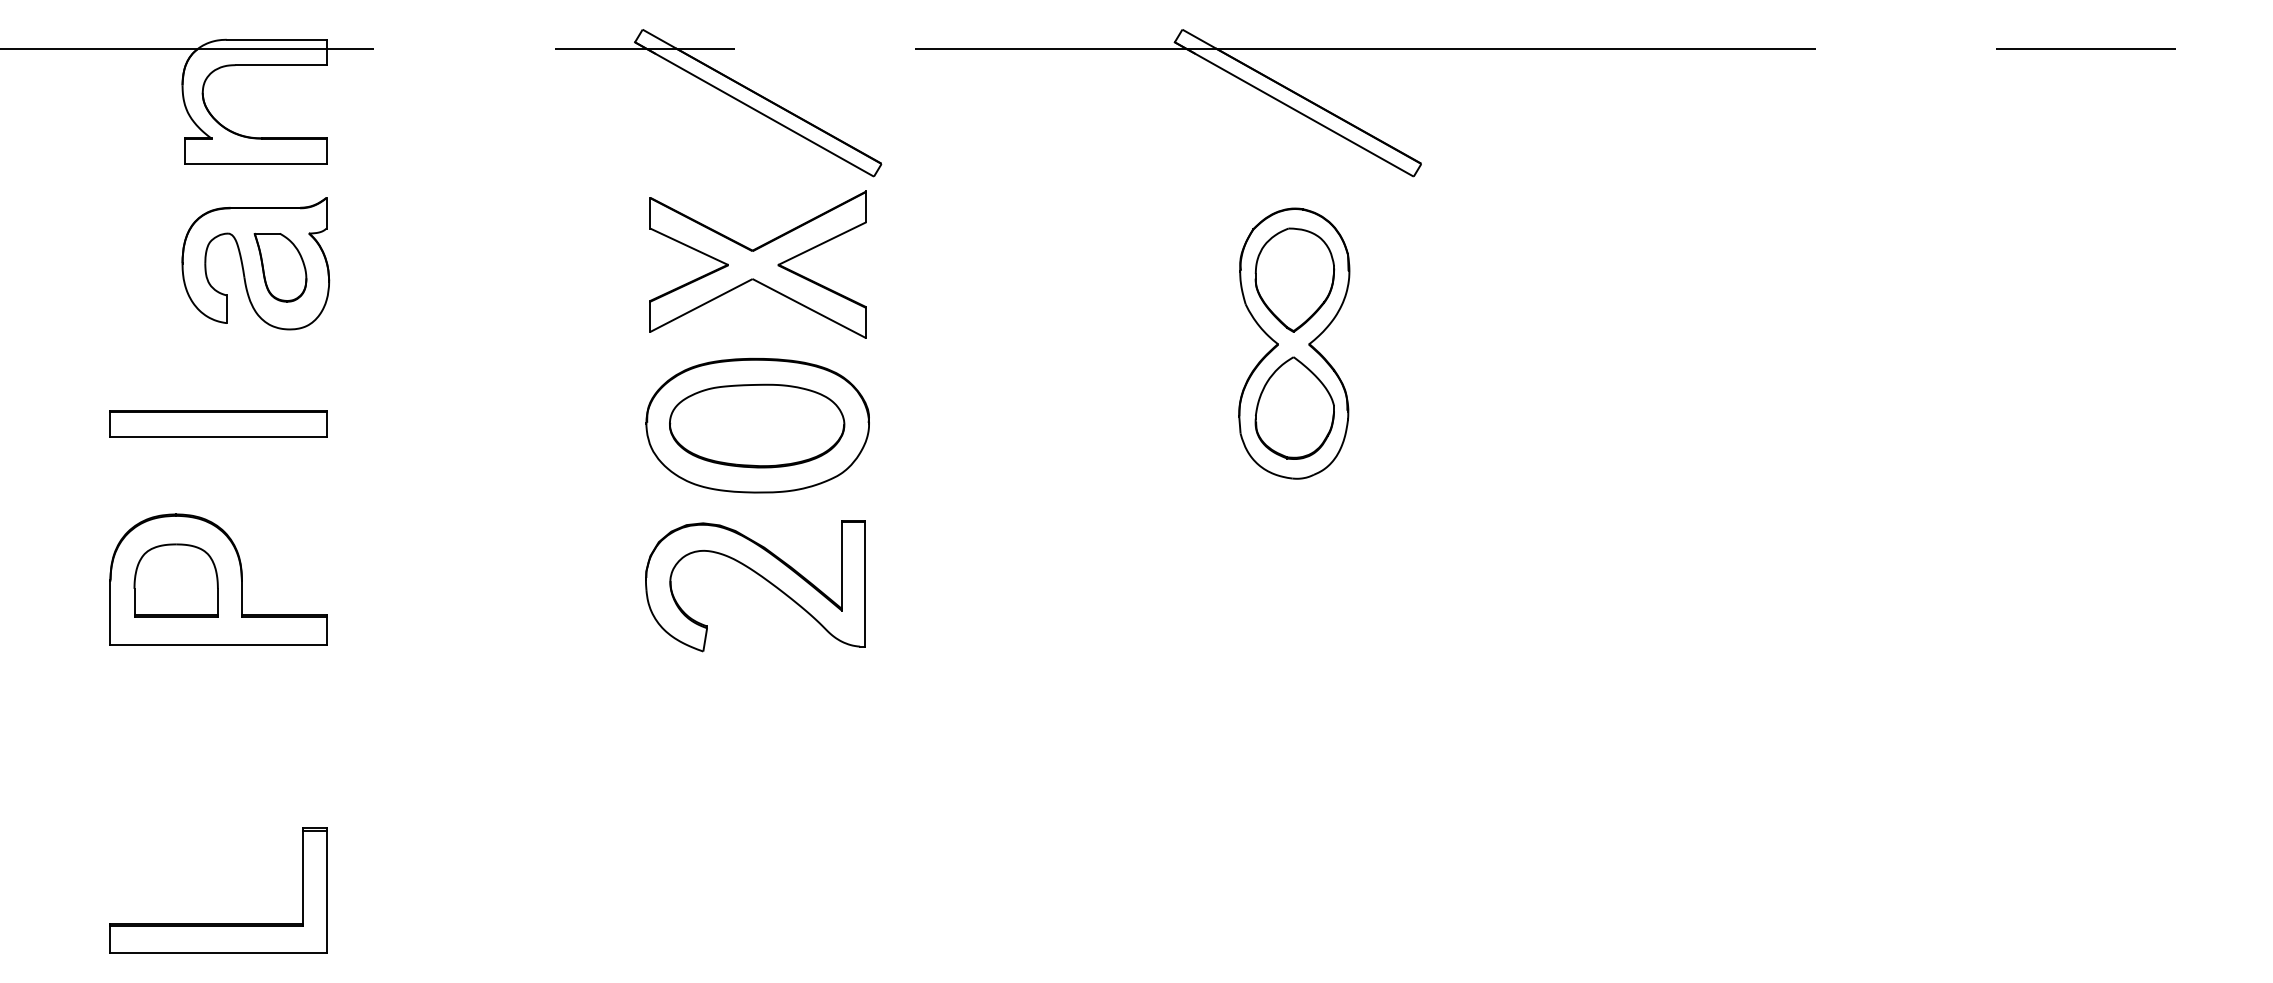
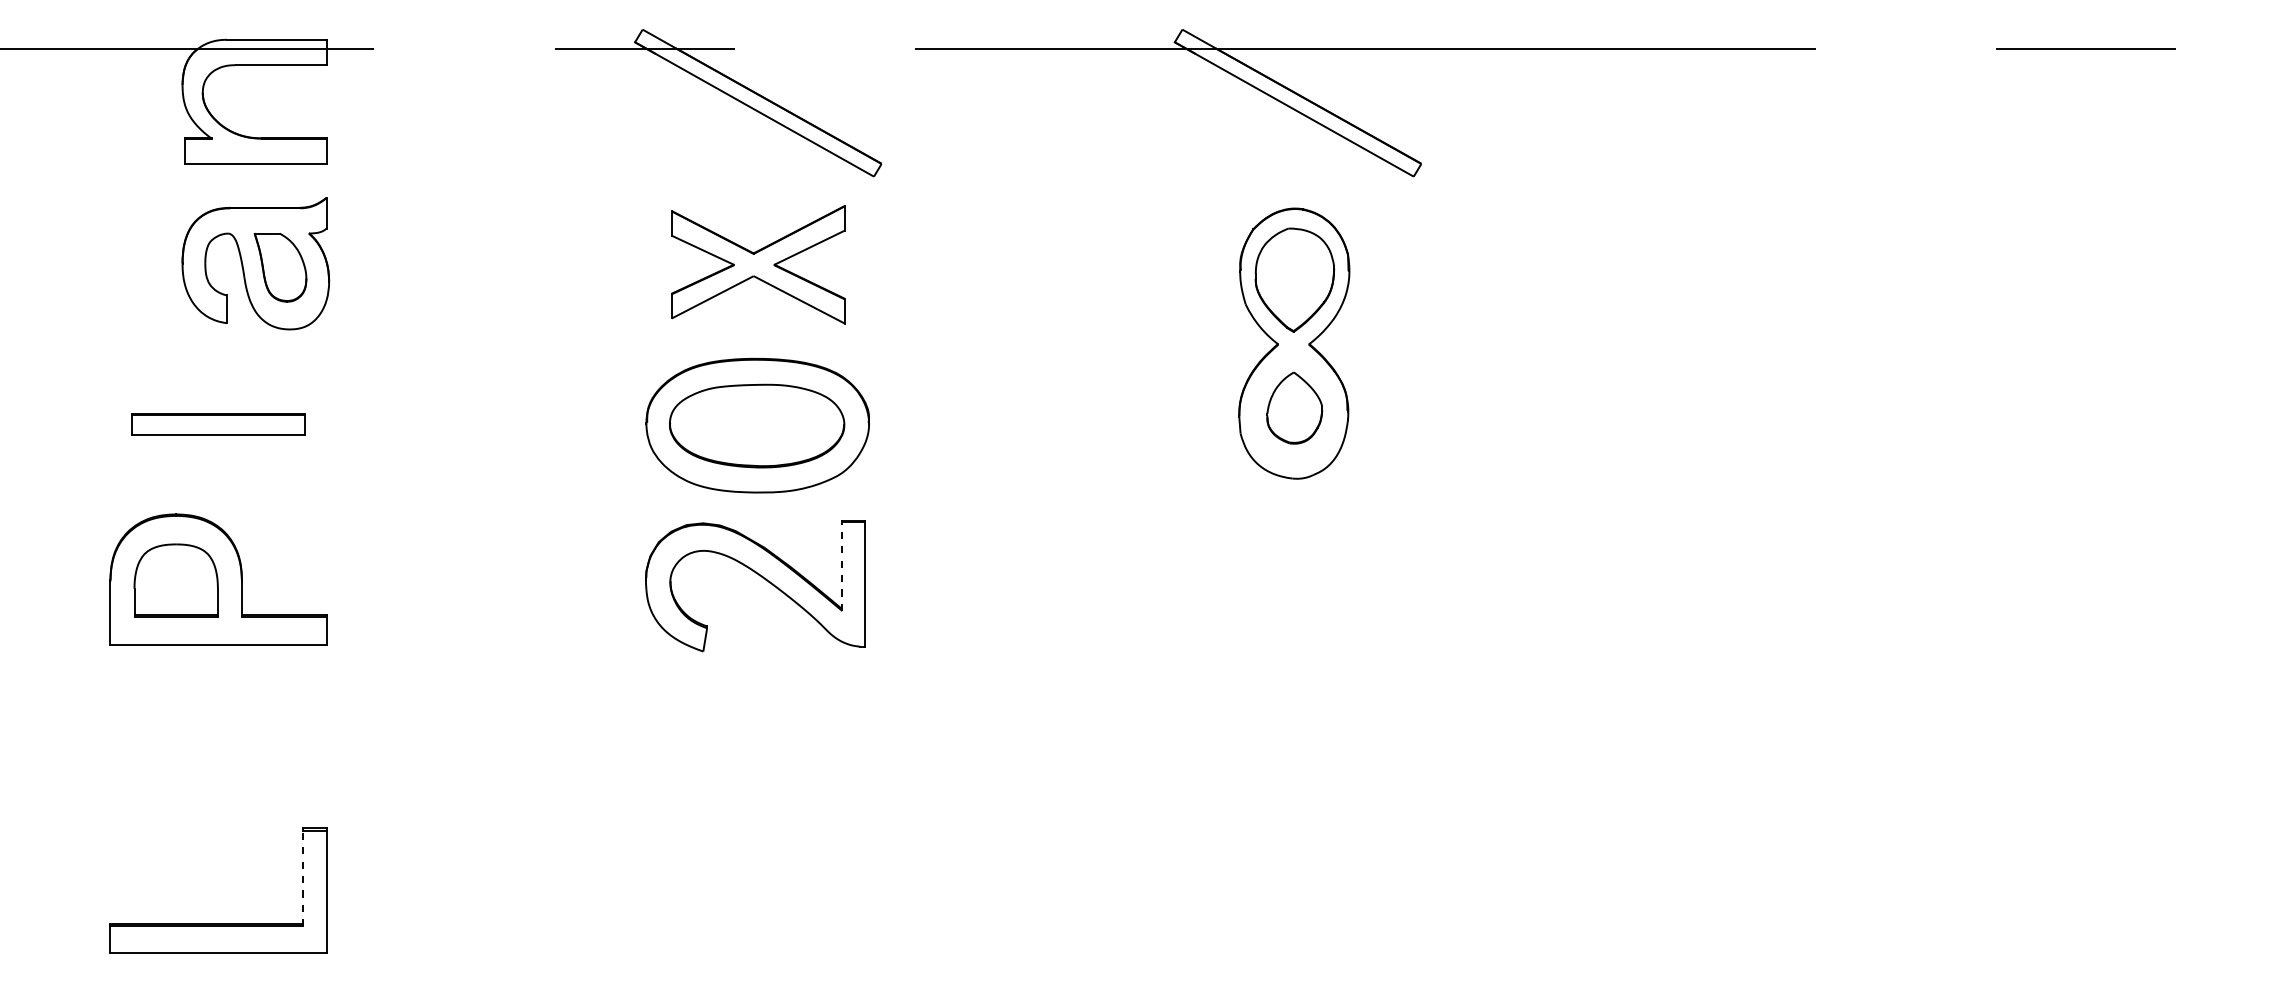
part at (757, 264) size: 218x149 px -> 175x120 px
part at (1294, 407) size: 81x104 px -> 58x74 px
part at (218, 423) size: 219x28 px -> 175x23 px
line at (842, 566): solid -> dashed
line at (302, 878): solid -> dashed
